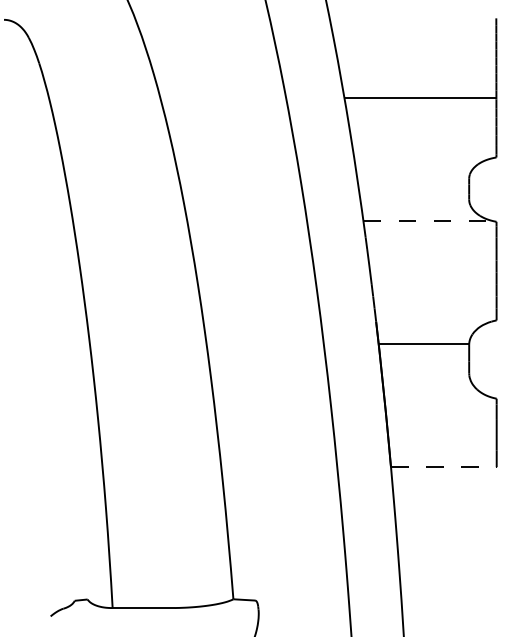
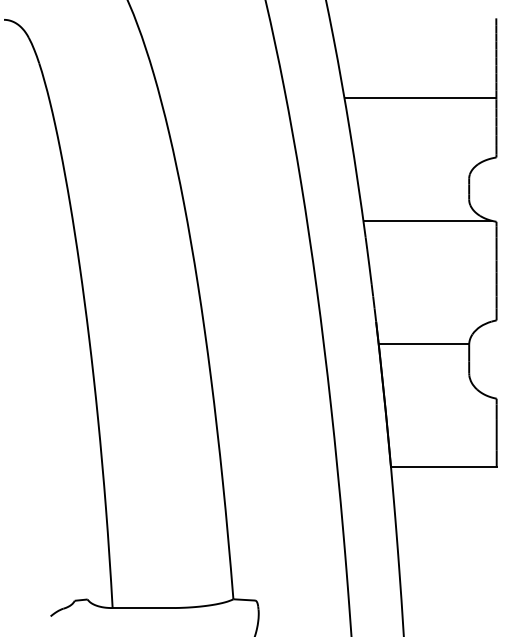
line at (428, 221): dashed -> solid
line at (443, 467): dashed -> solid
